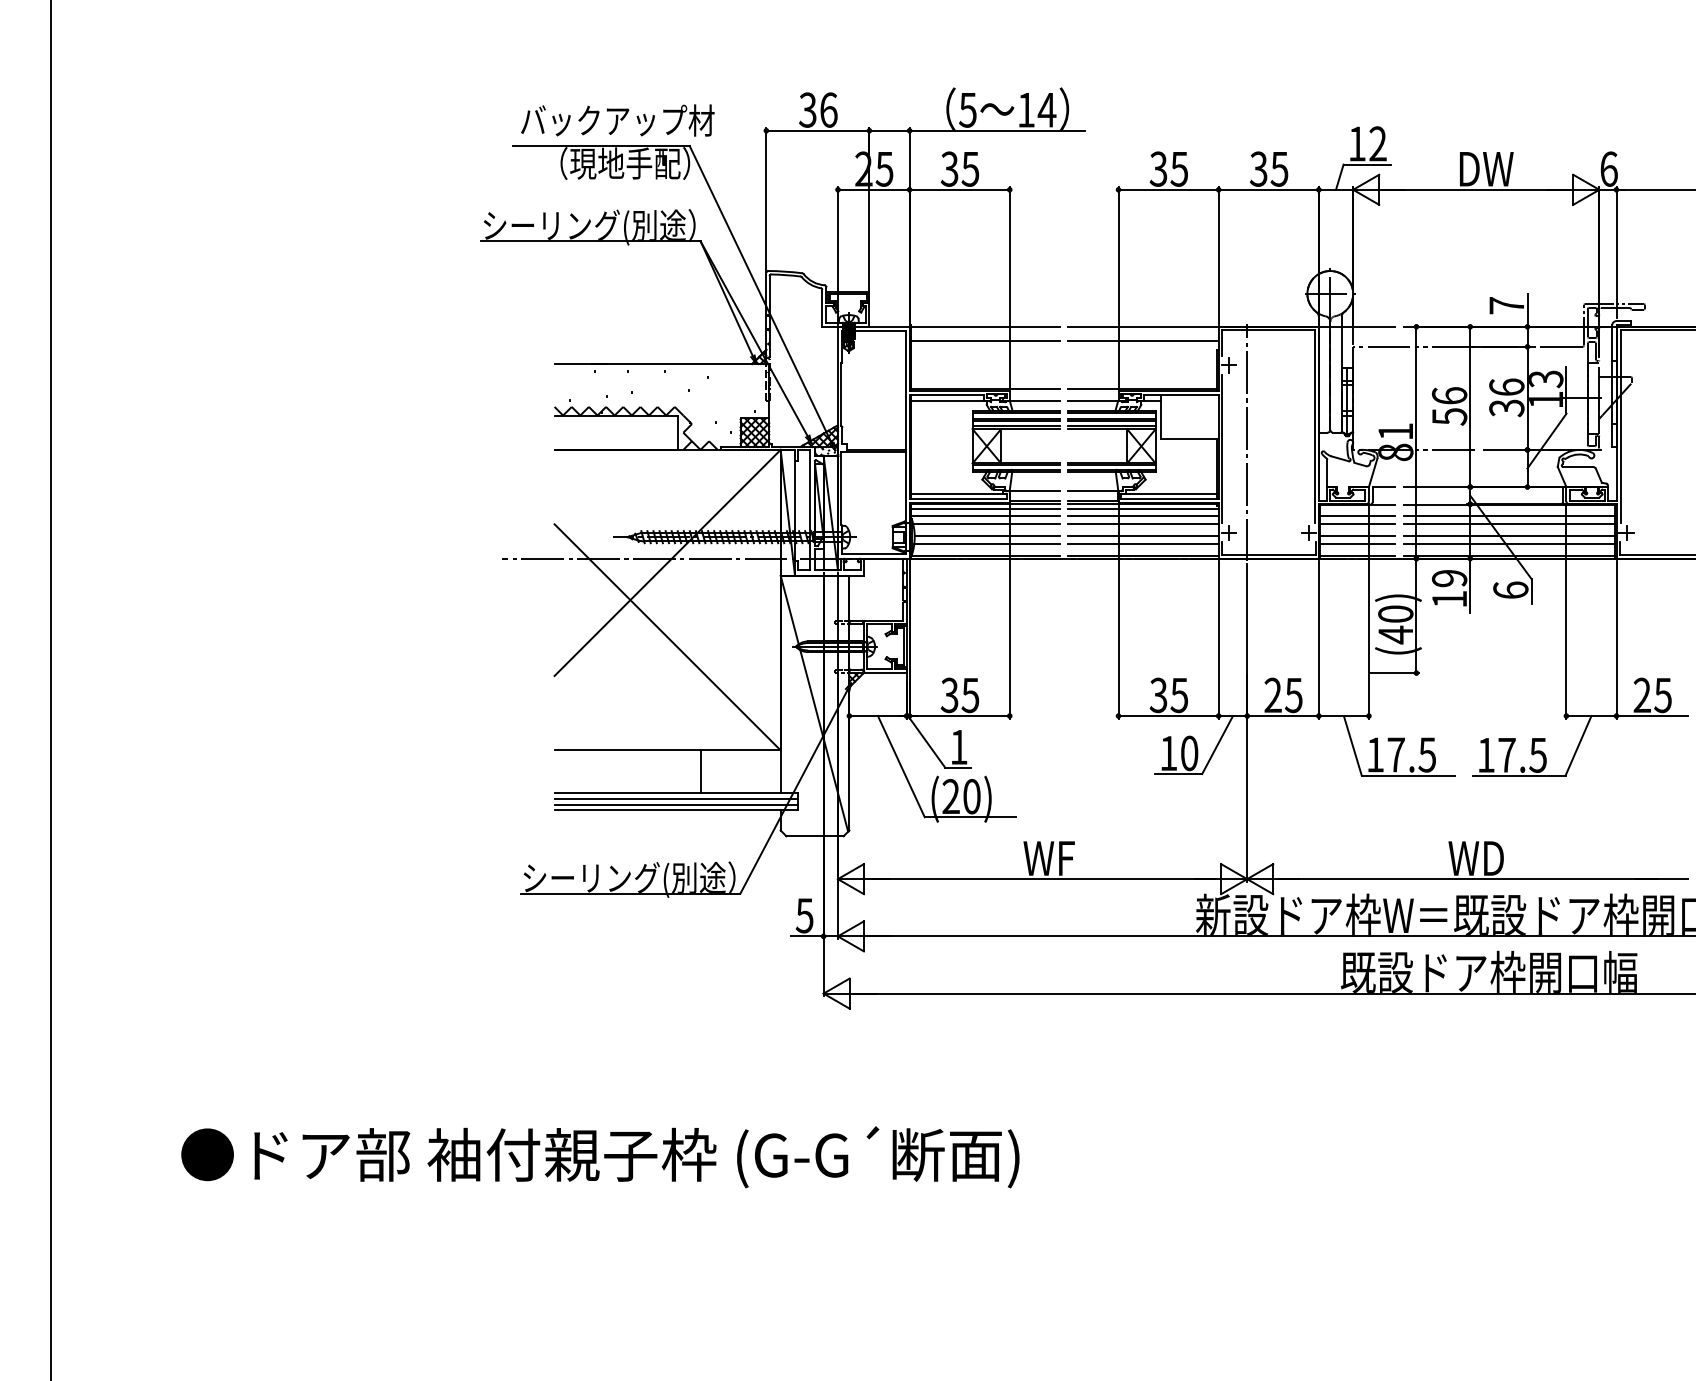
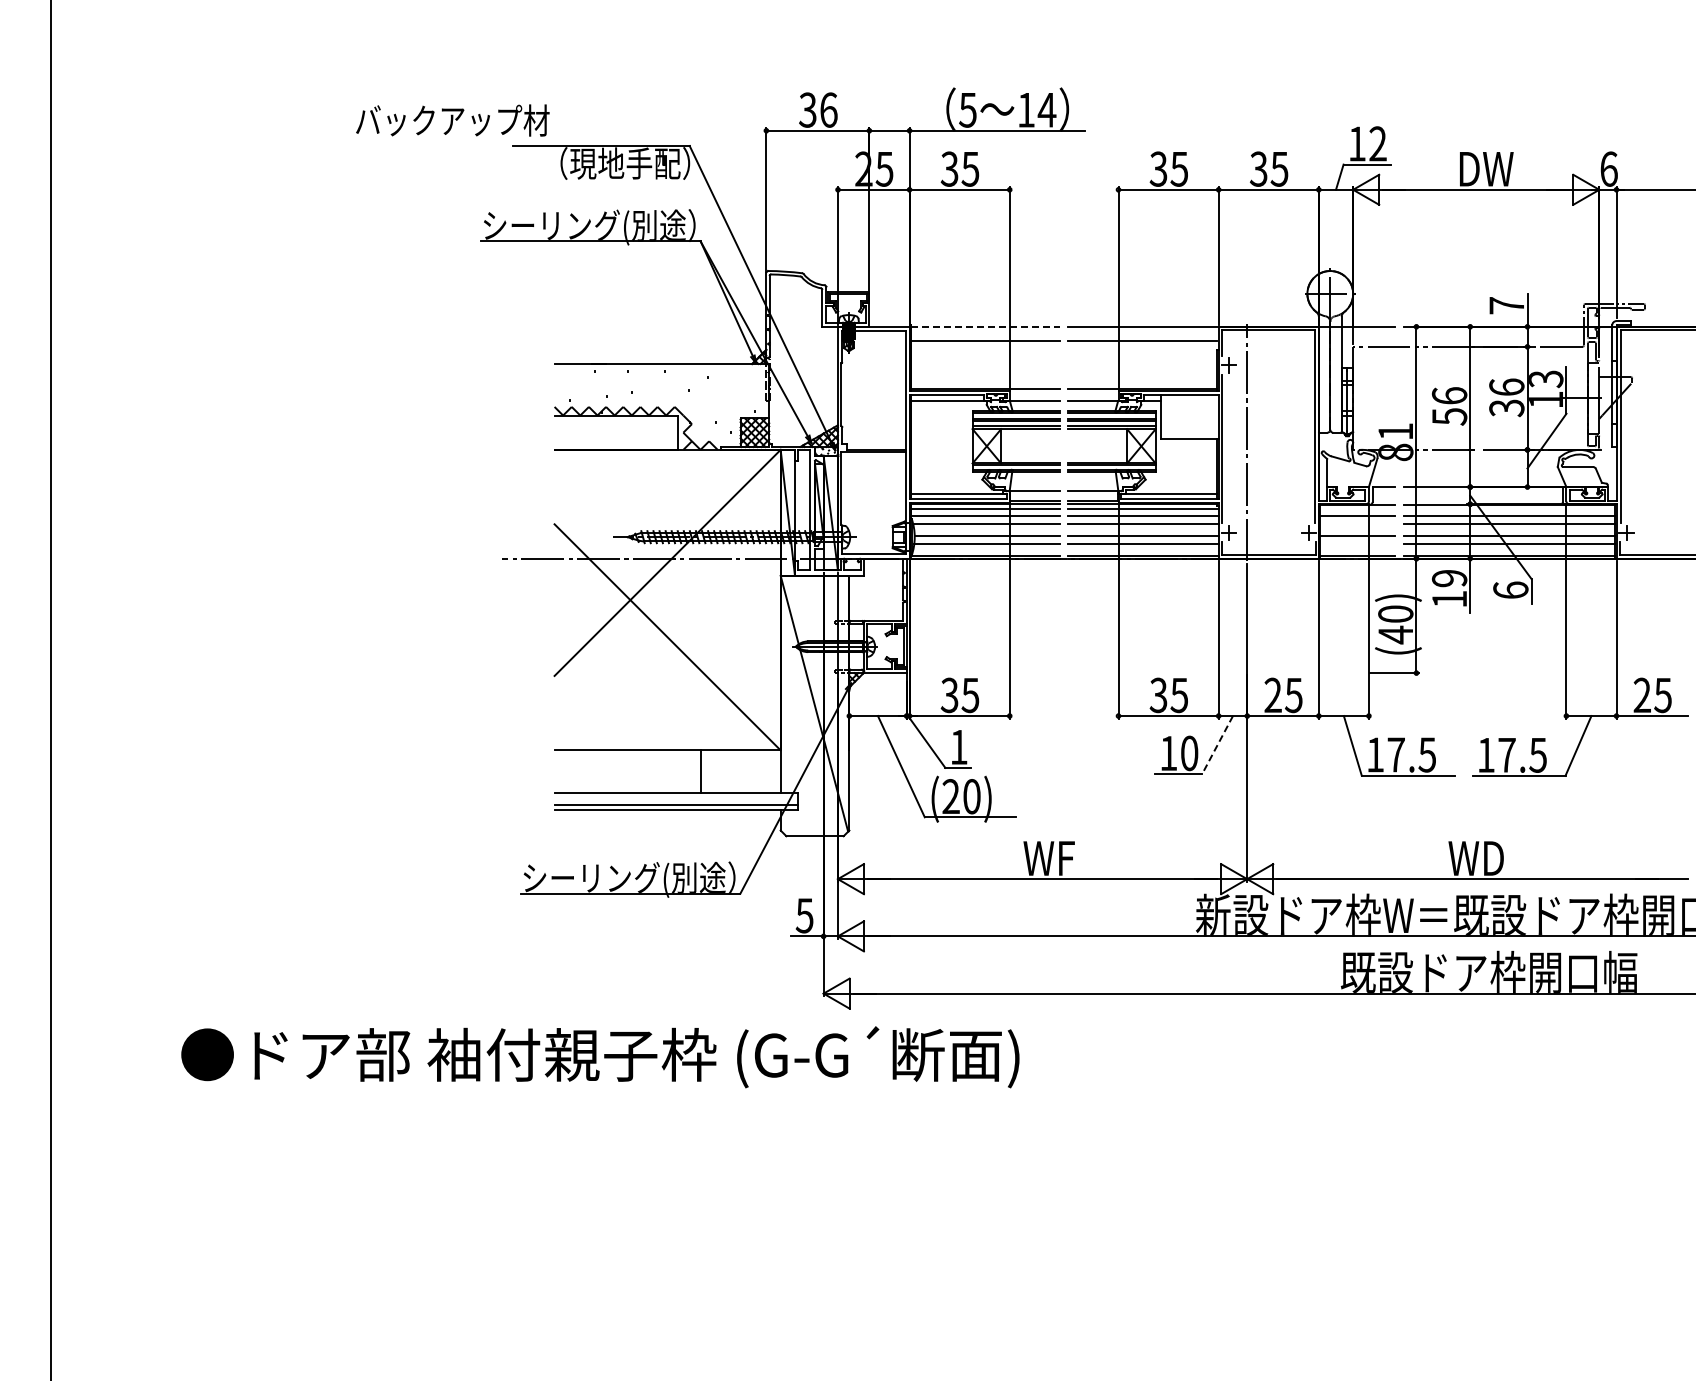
text at (617, 120) position: (617, 120) -> (452, 120)
line at (985, 326): solid -> dashed
line at (1357, 524): present -> none
line at (1357, 544): present -> none
line at (1217, 745): solid -> dashed
line at (675, 799): present -> none
text at (600, 1157) position: (600, 1157) -> (600, 1057)
